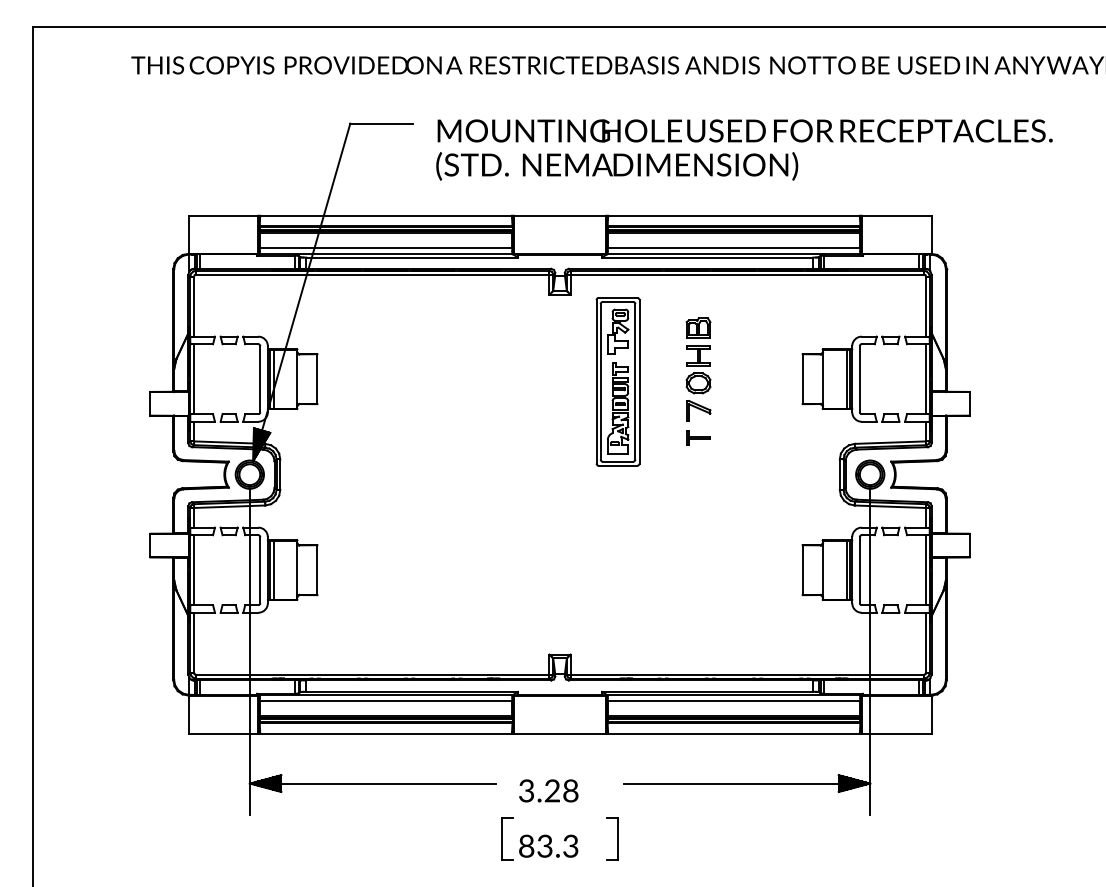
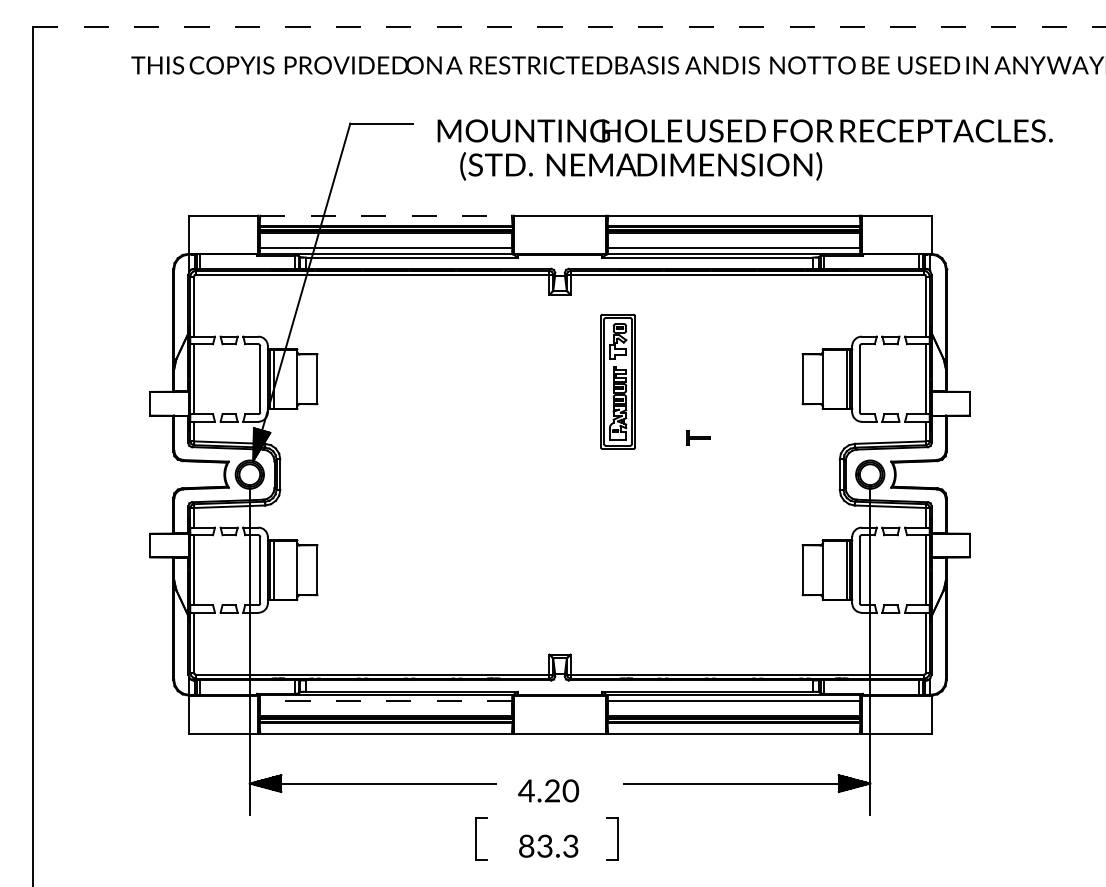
line at (570, 26): solid -> dashed
text at (617, 166) position: (617, 166) -> (641, 166)
line at (386, 215): solid -> dashed
part at (698, 369): present -> none
part at (617, 381) size: 46x170 px -> 36x137 px
line at (385, 701): solid -> dashed
text at (548, 790): 3.28 -> 4.20
part at (507, 838) position: (507, 838) -> (481, 838)
